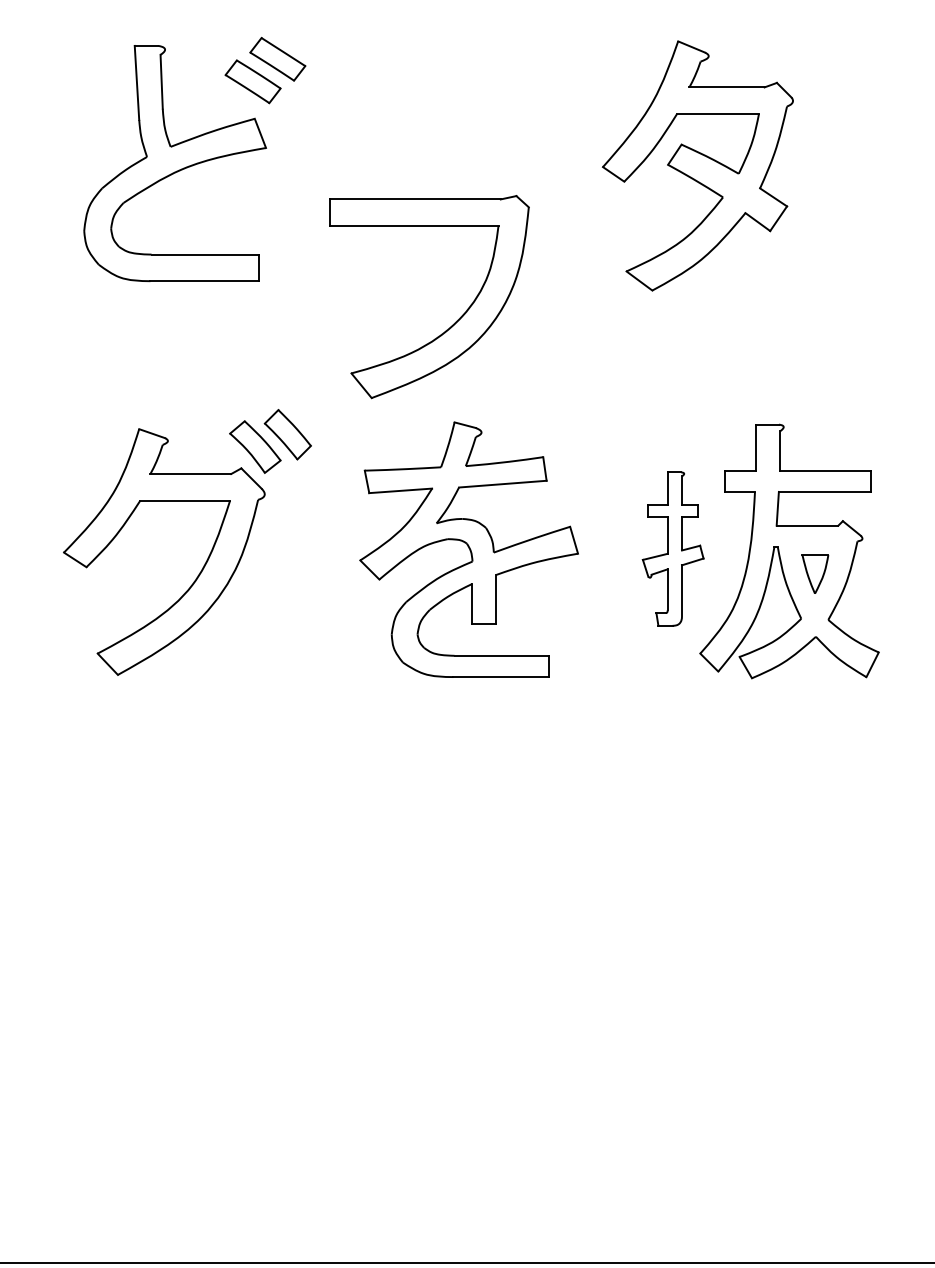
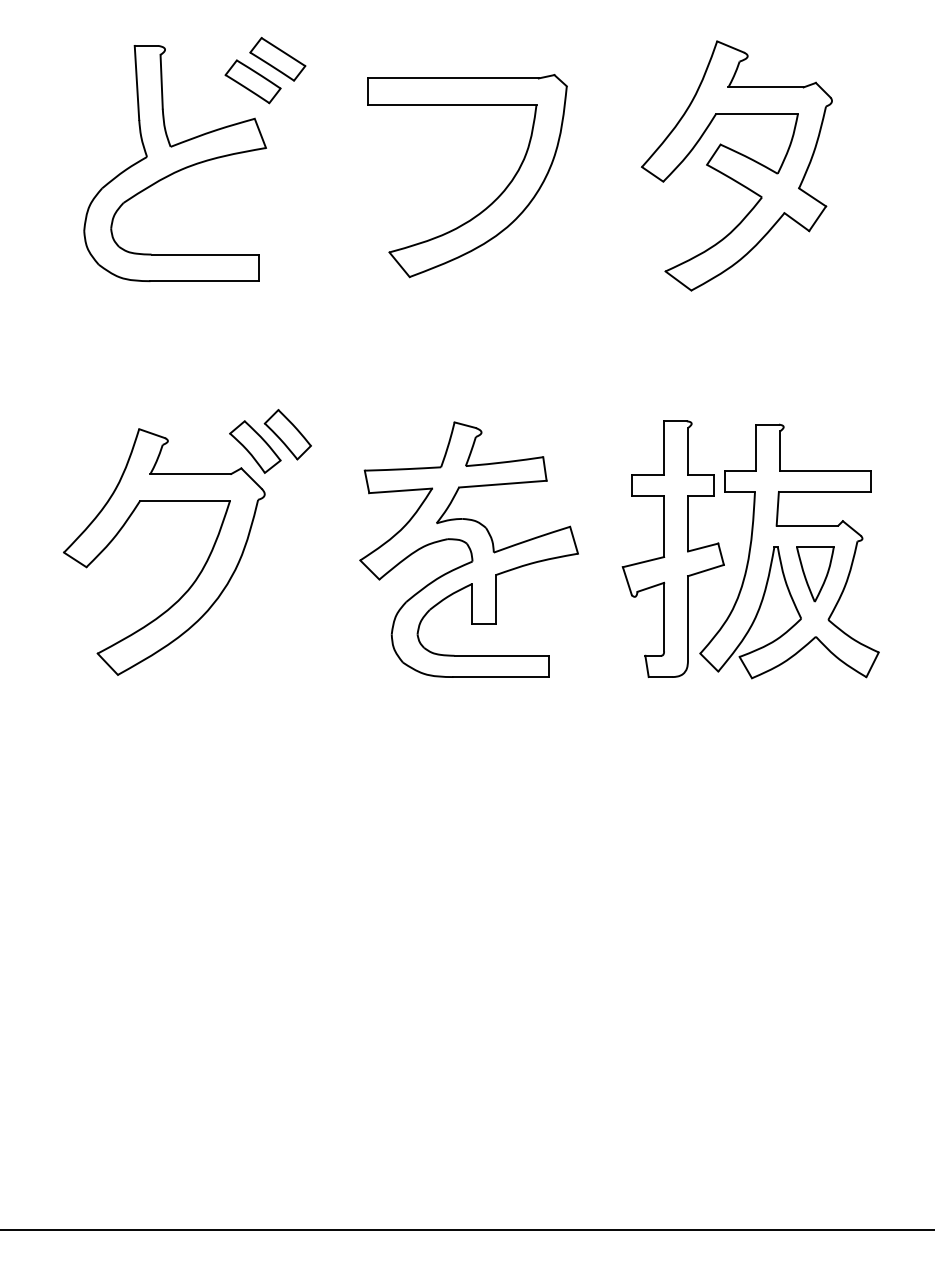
part at (697, 165) position: (697, 165) -> (736, 165)
part at (454, 322) position: (454, 322) -> (492, 201)
part at (672, 548) size: 64x156 px -> 104x258 px
part at (815, 573) size: 29x40 px -> 39x57 px
line at (466, 1262) position: (466, 1262) -> (466, 1229)
